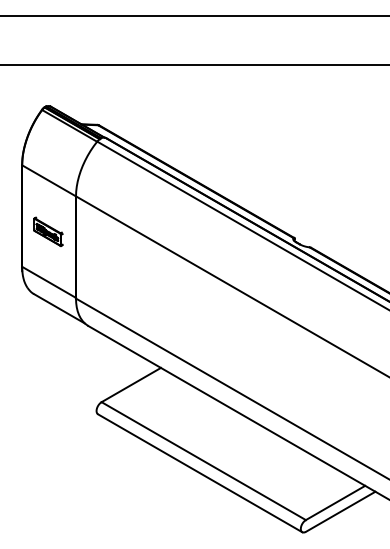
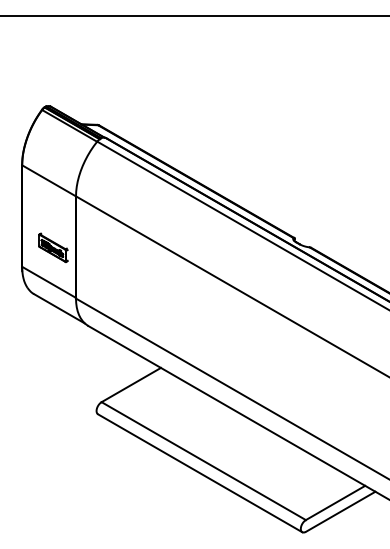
line at (194, 64): present -> none
part at (48, 231) position: (48, 231) -> (53, 247)
